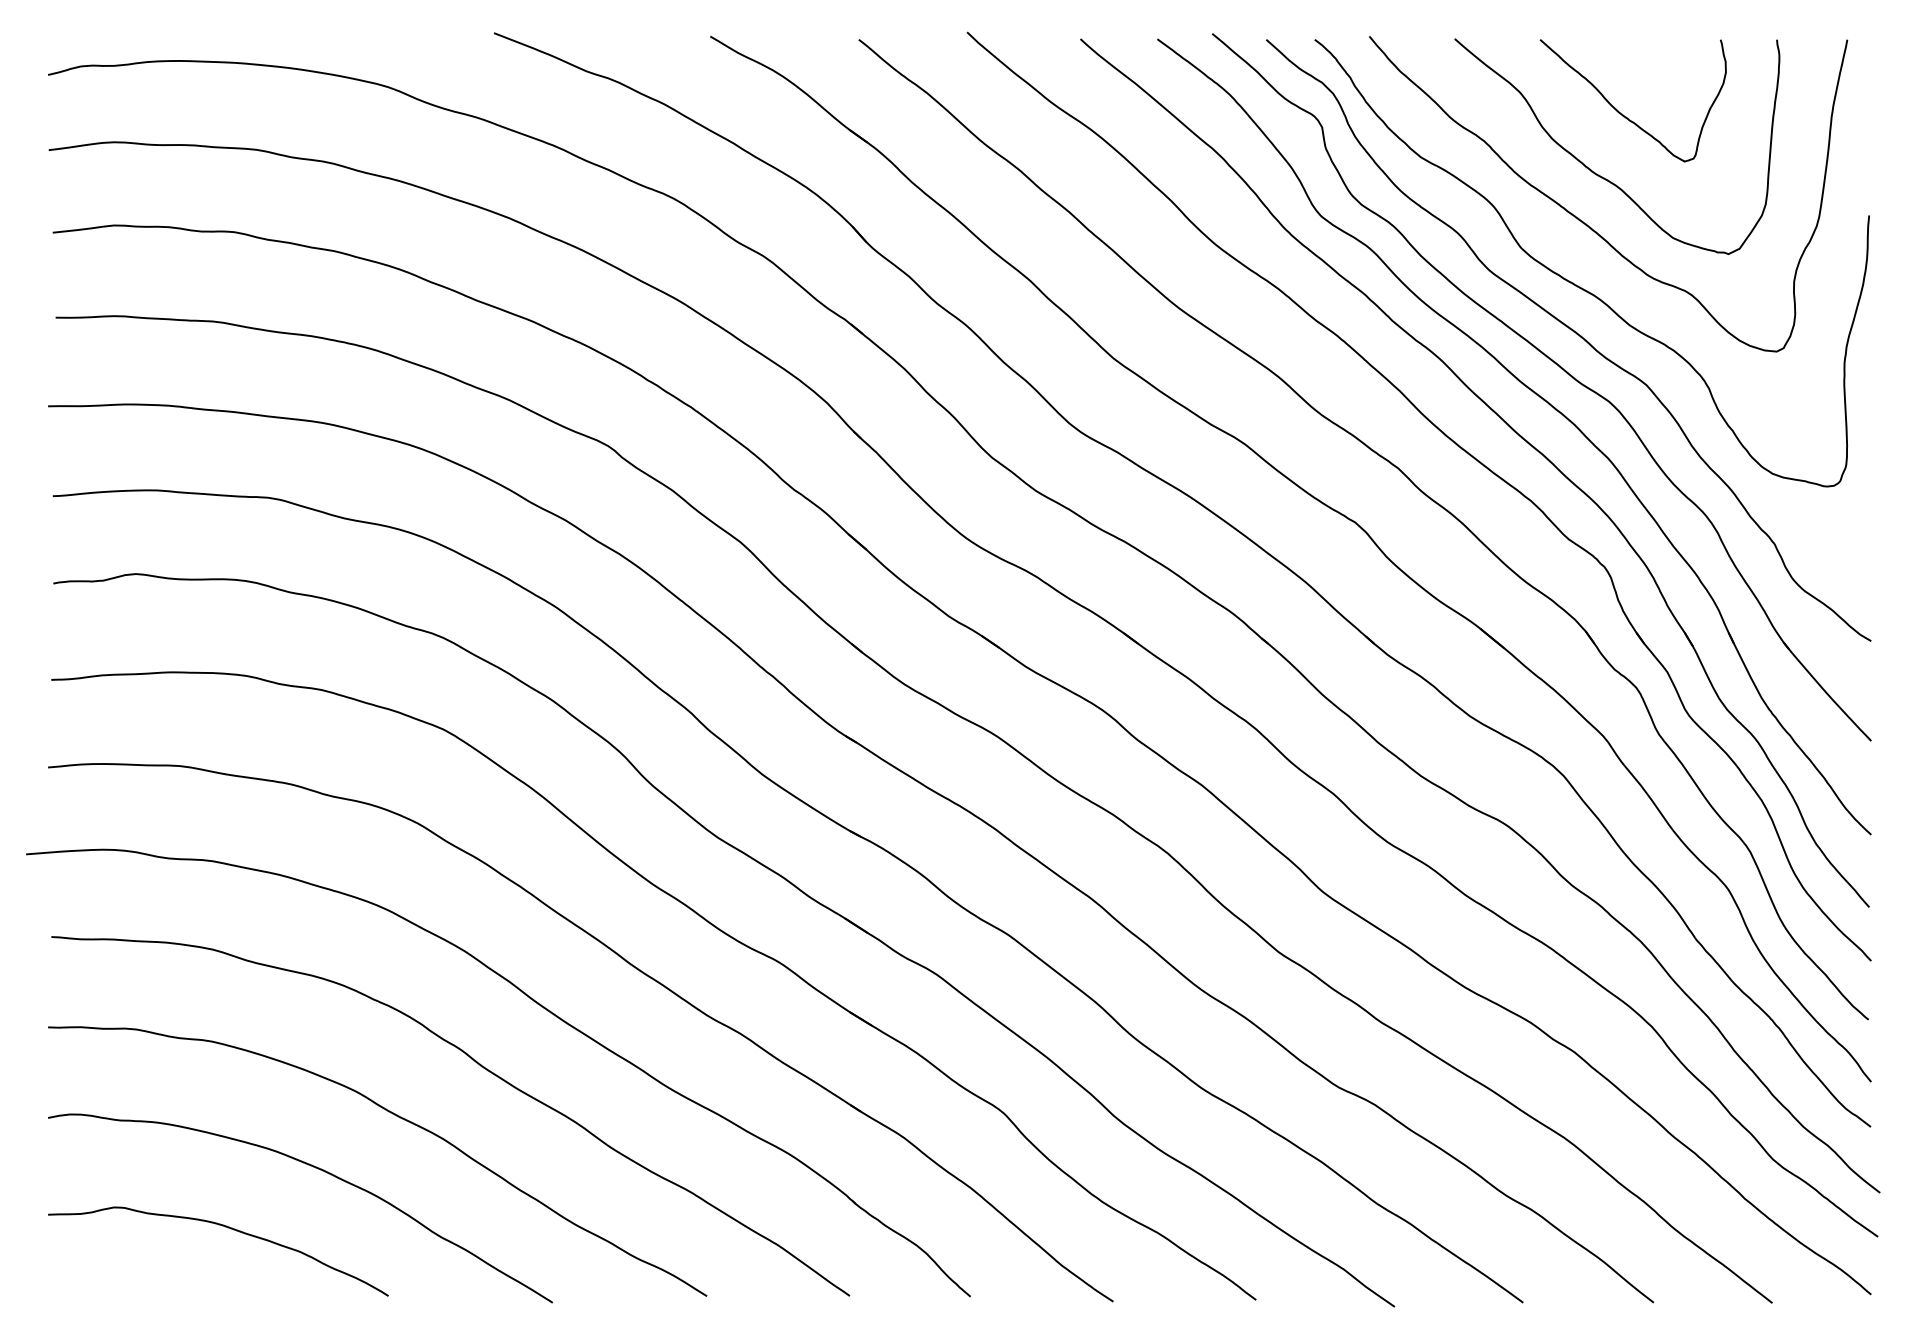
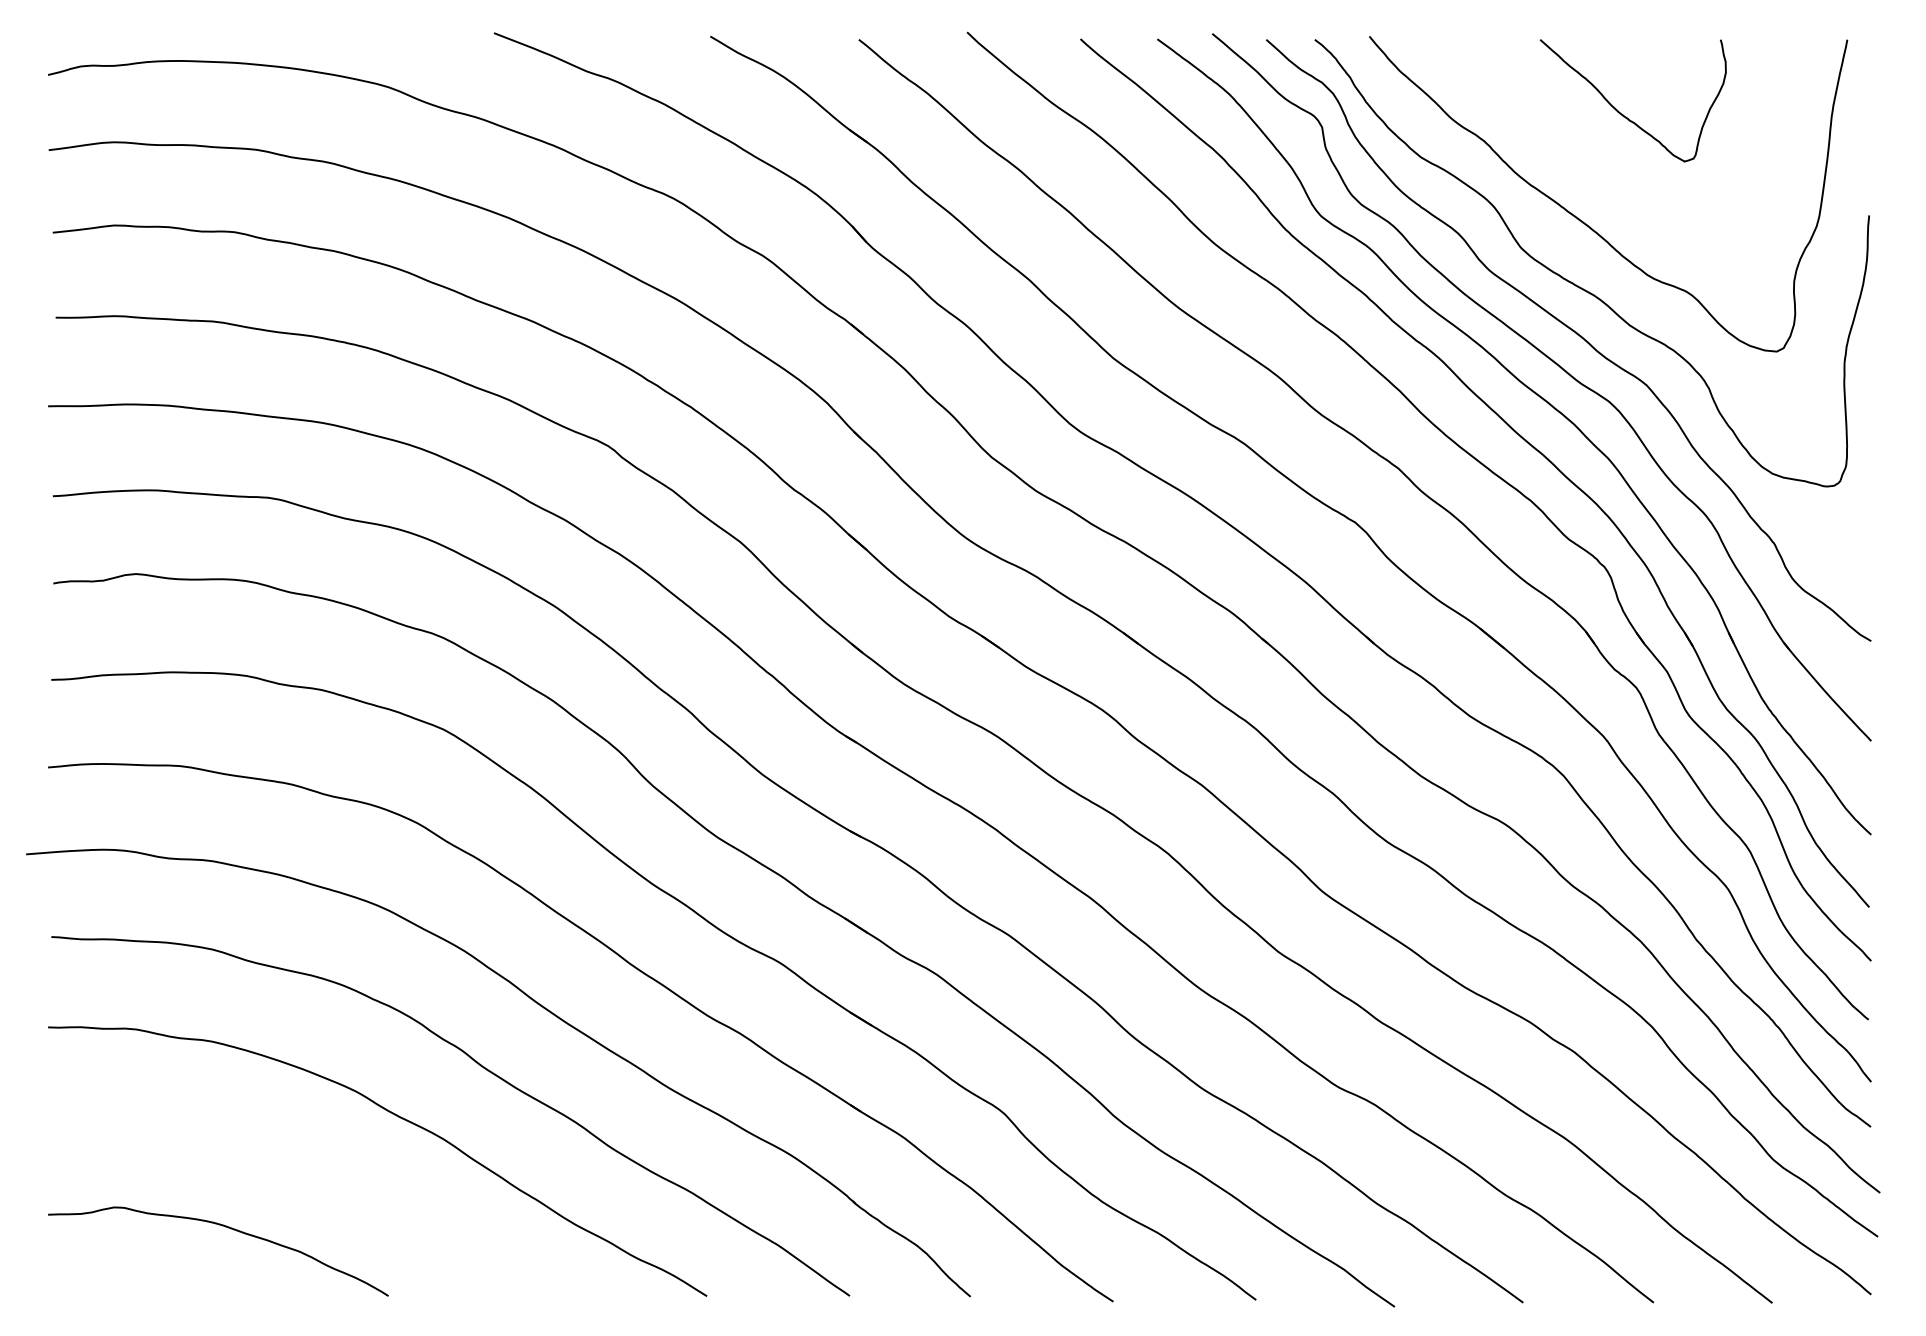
curve at (1602, 176): present -> none
curve at (315, 1168): present -> none
